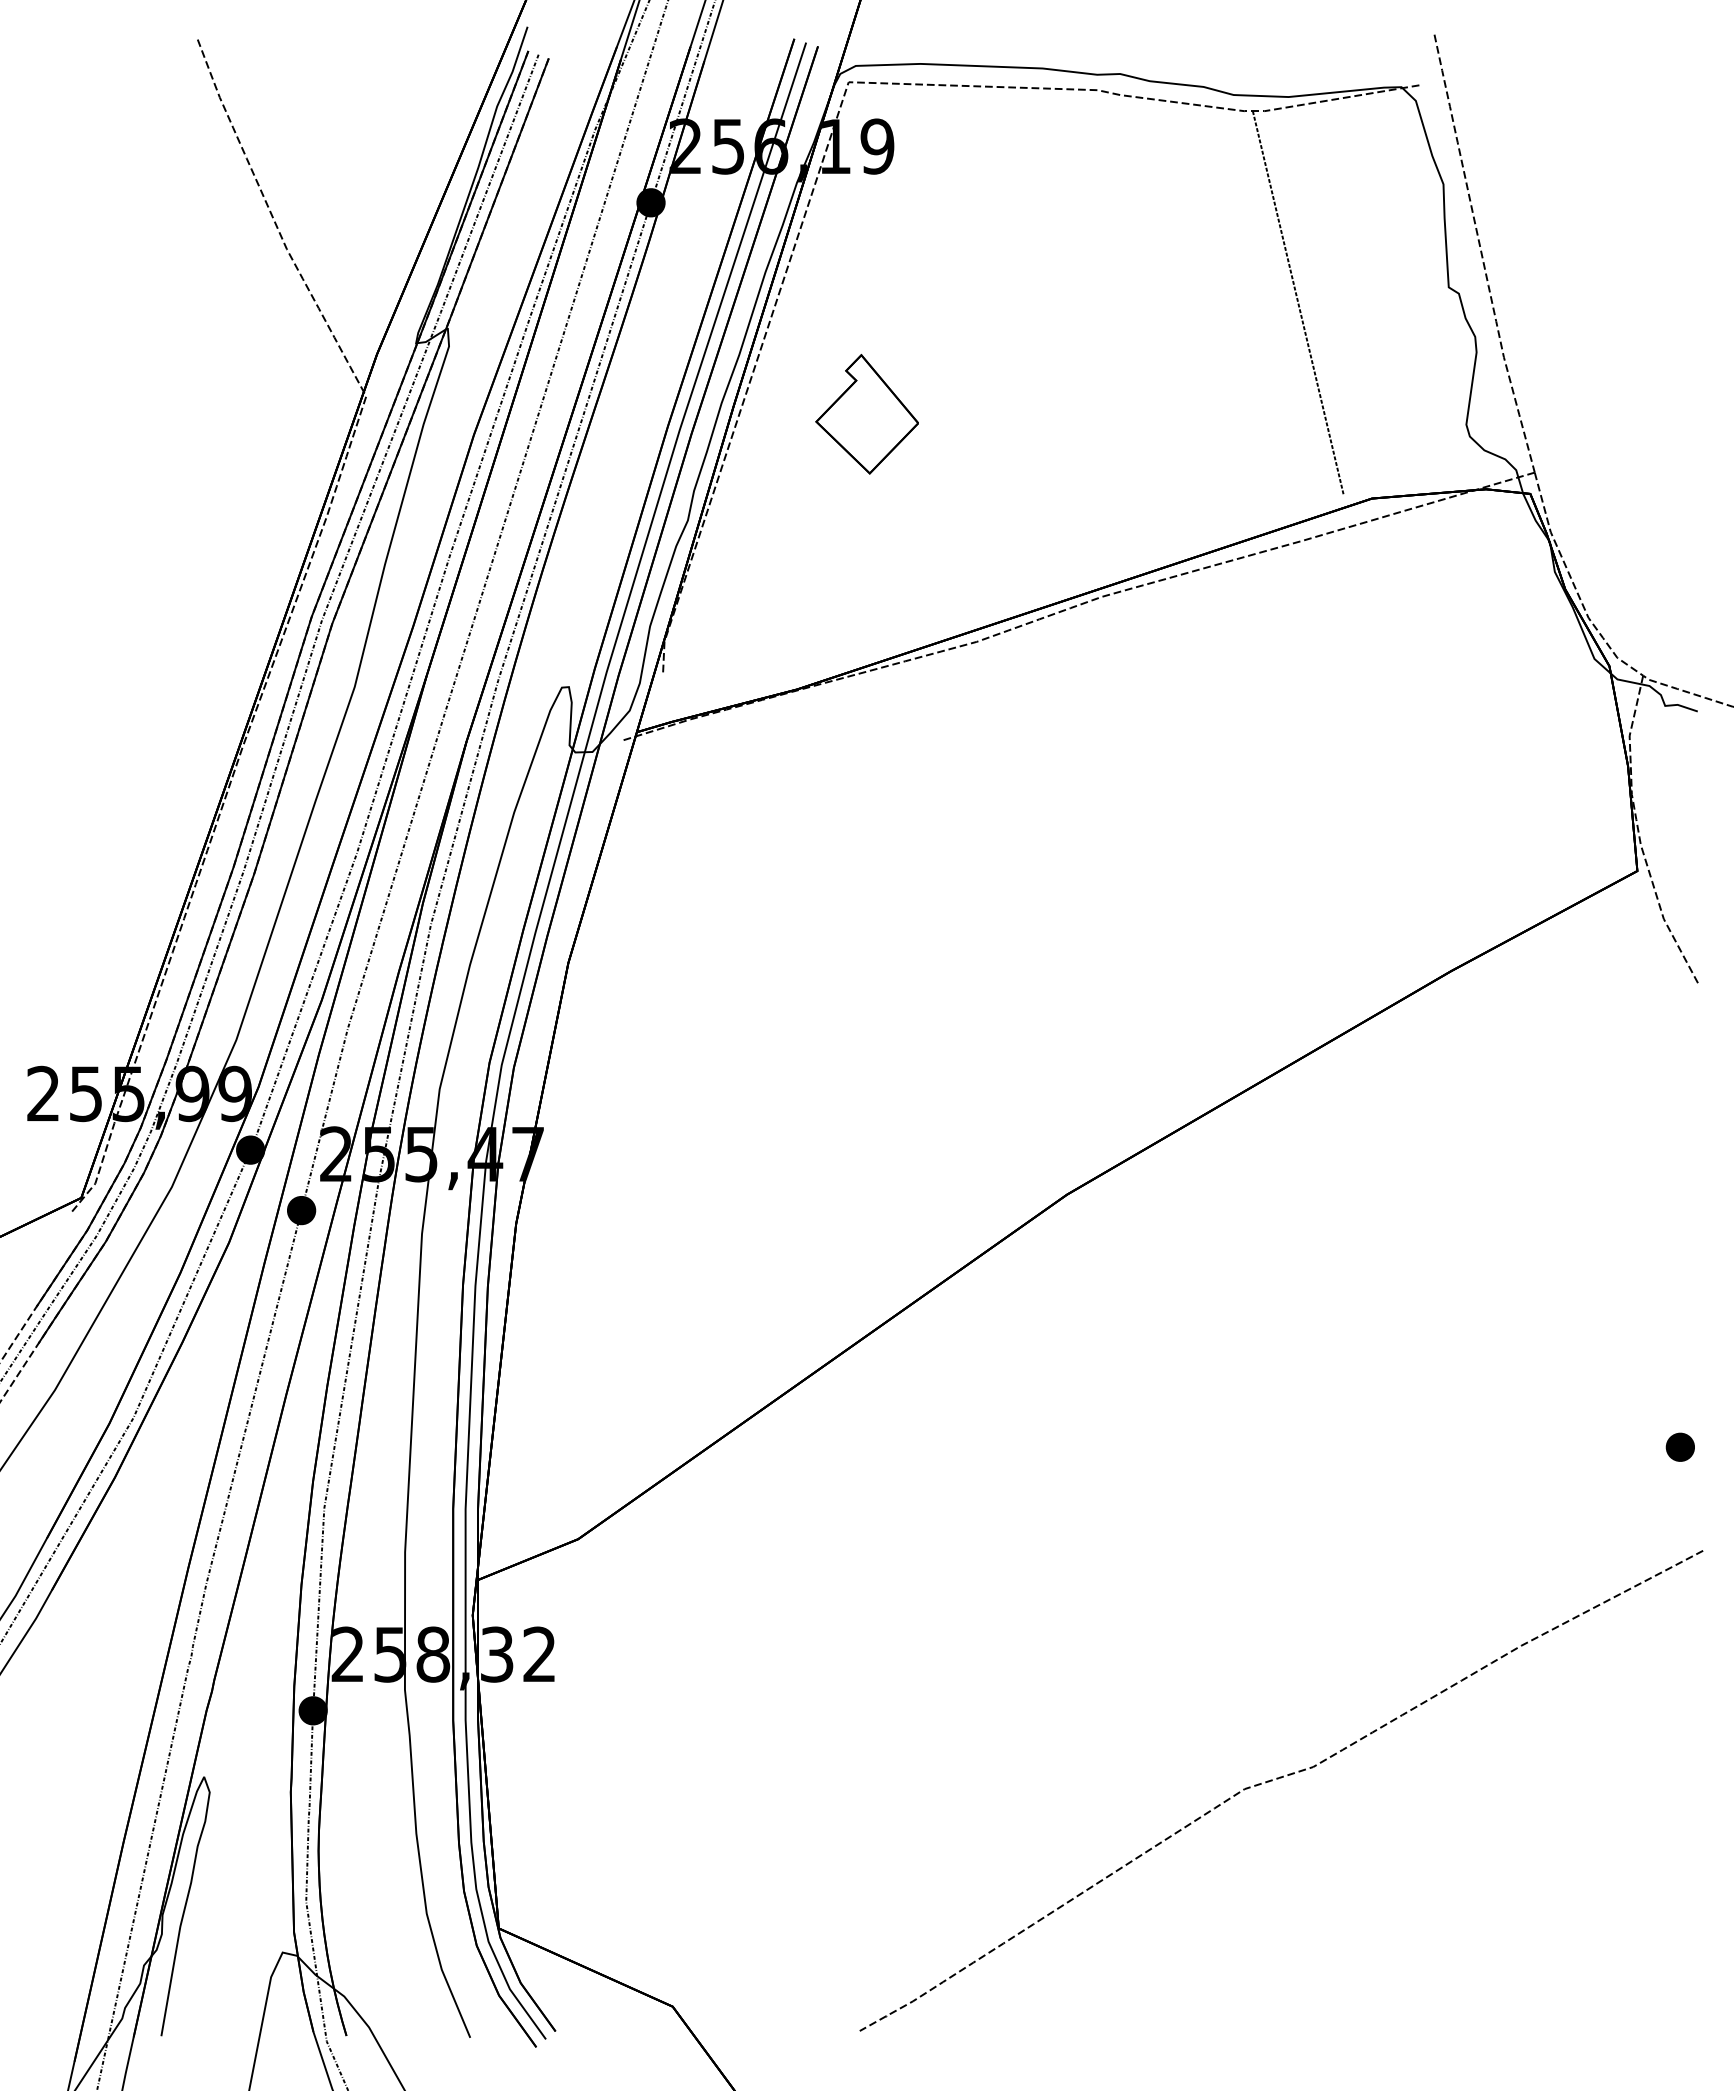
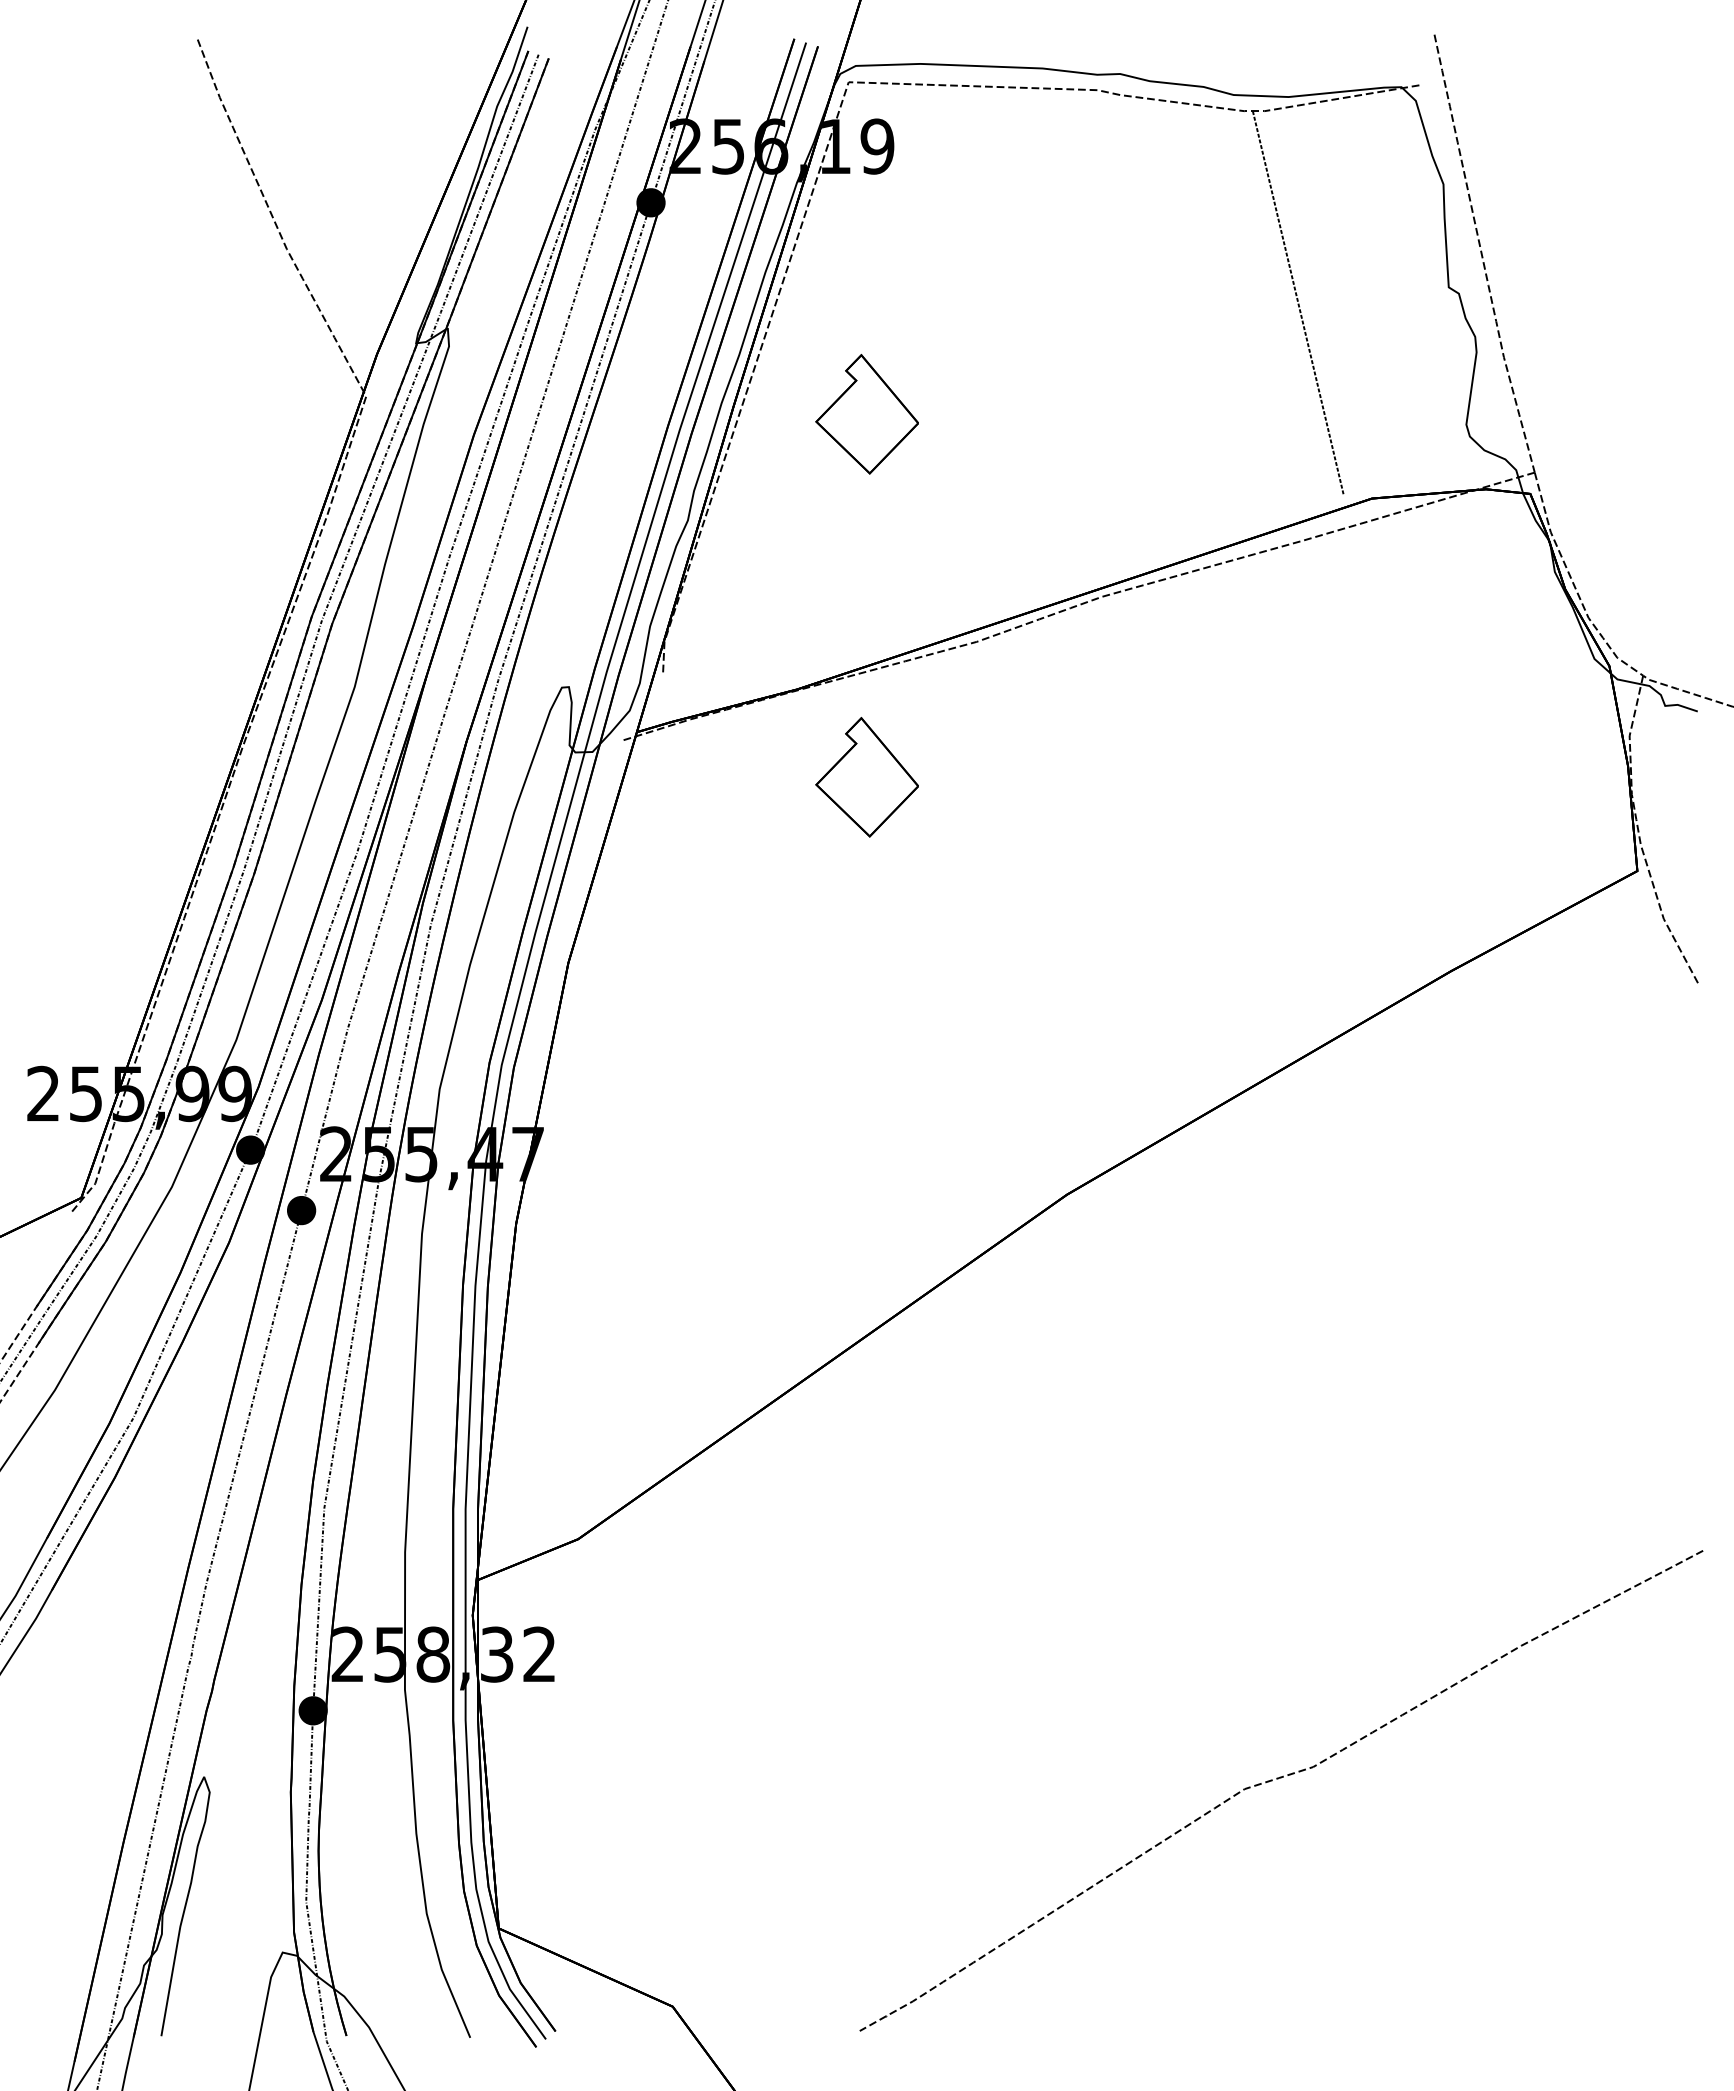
part at (866, 777): none -> present
part at (1679, 1446): present -> none
